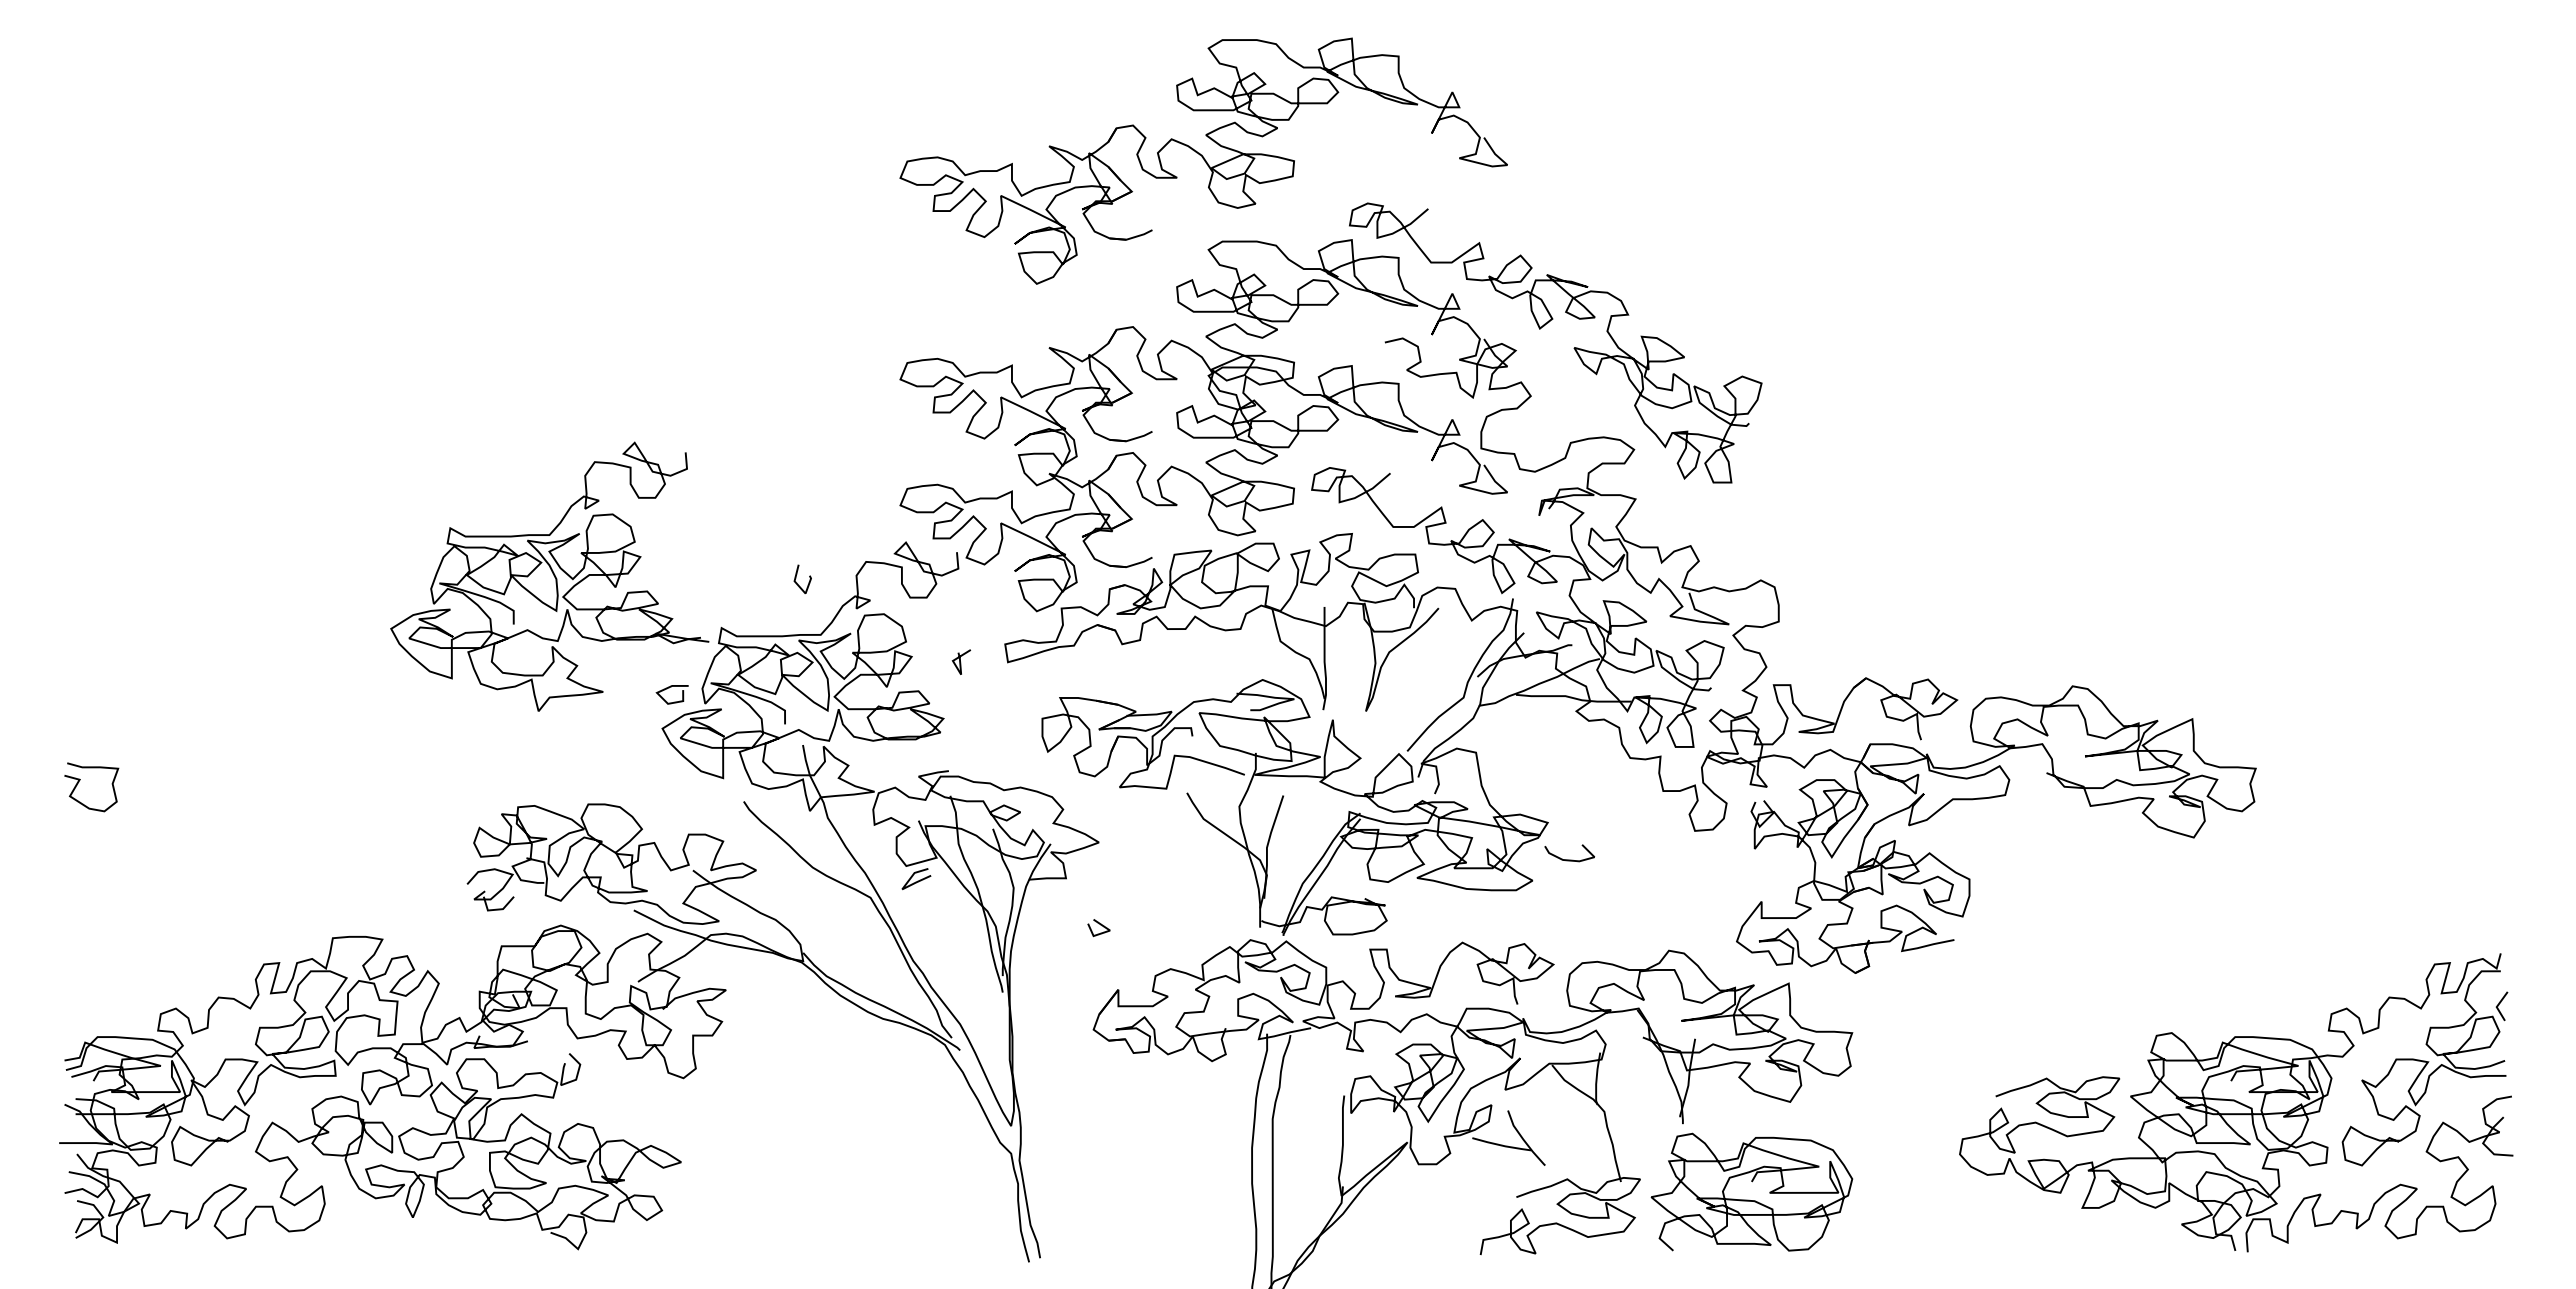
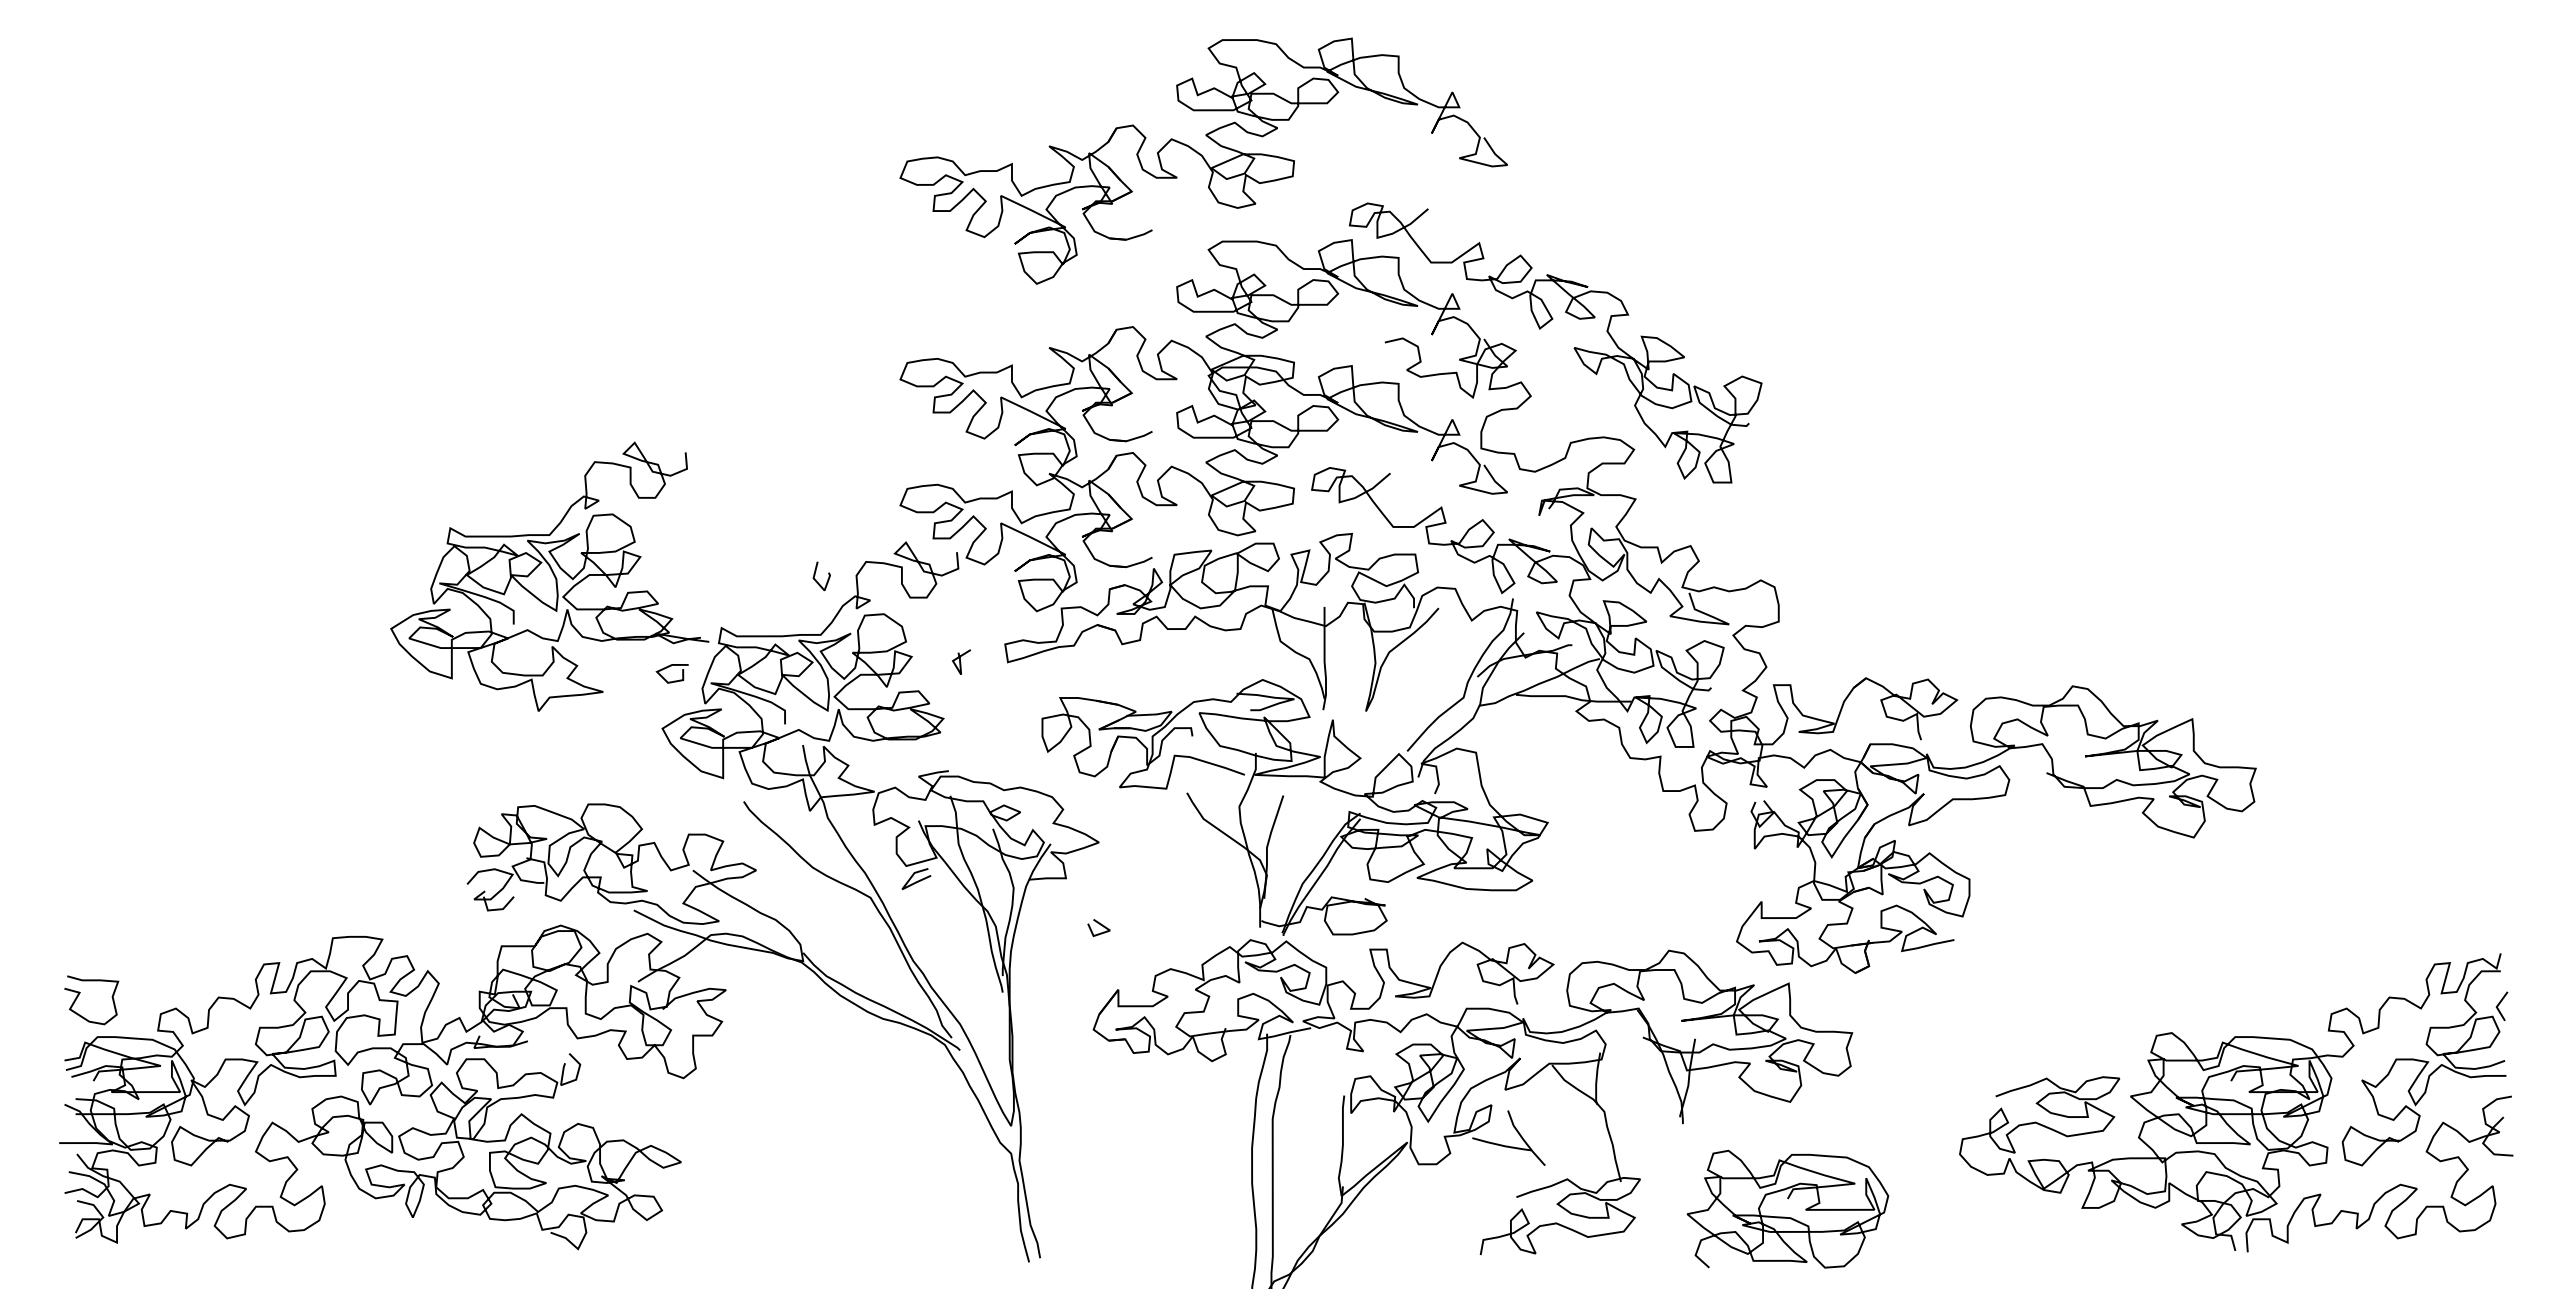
line at (796, 578) position: (796, 578) -> (815, 575)
curve at (669, 688) position: (669, 688) -> (669, 667)
curve at (79, 782) position: (79, 782) -> (79, 995)
curve at (1569, 859): present -> none
curve at (1749, 1199) position: (1749, 1199) -> (1785, 1216)
